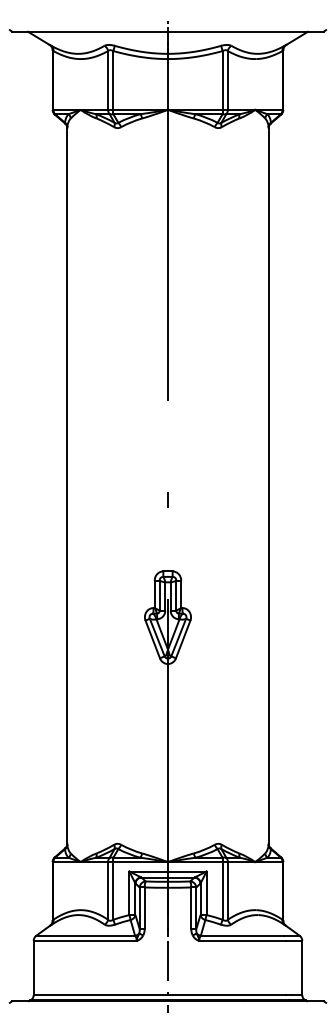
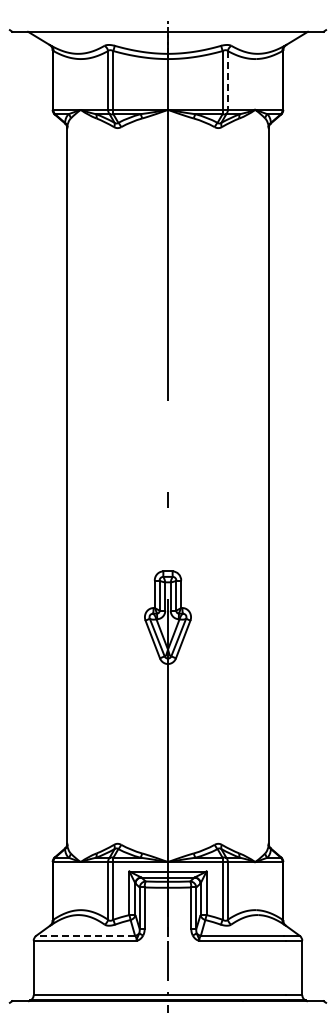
line at (227, 80): solid -> dashed
line at (85, 935): solid -> dashed
